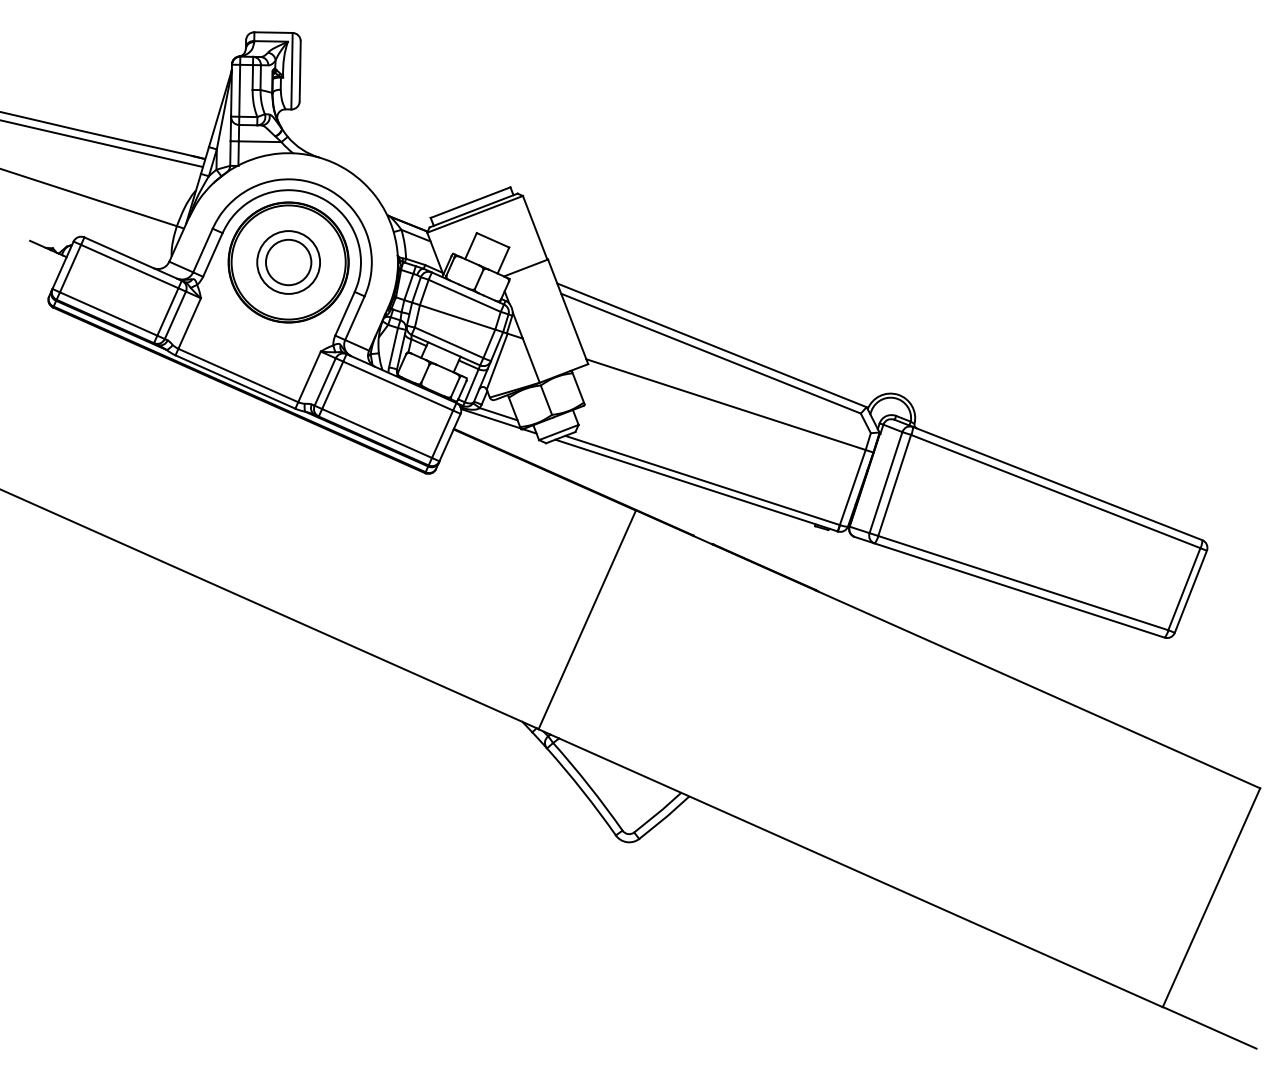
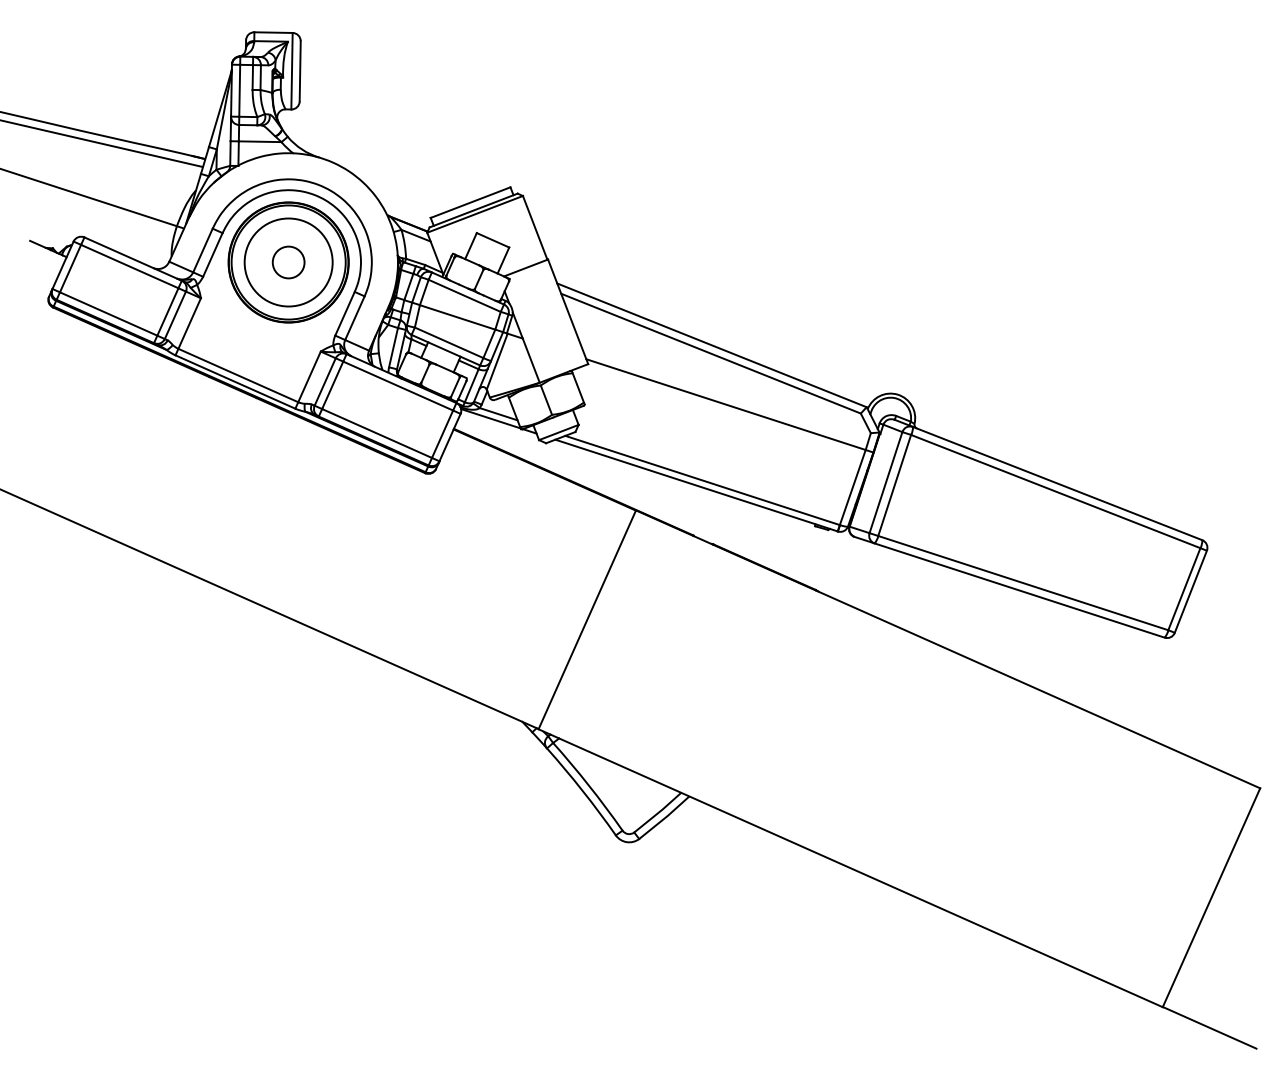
circle at (288, 262) diameter: 45 px -> 32 px
circle at (288, 262) diameter: 63 px -> 88 px
